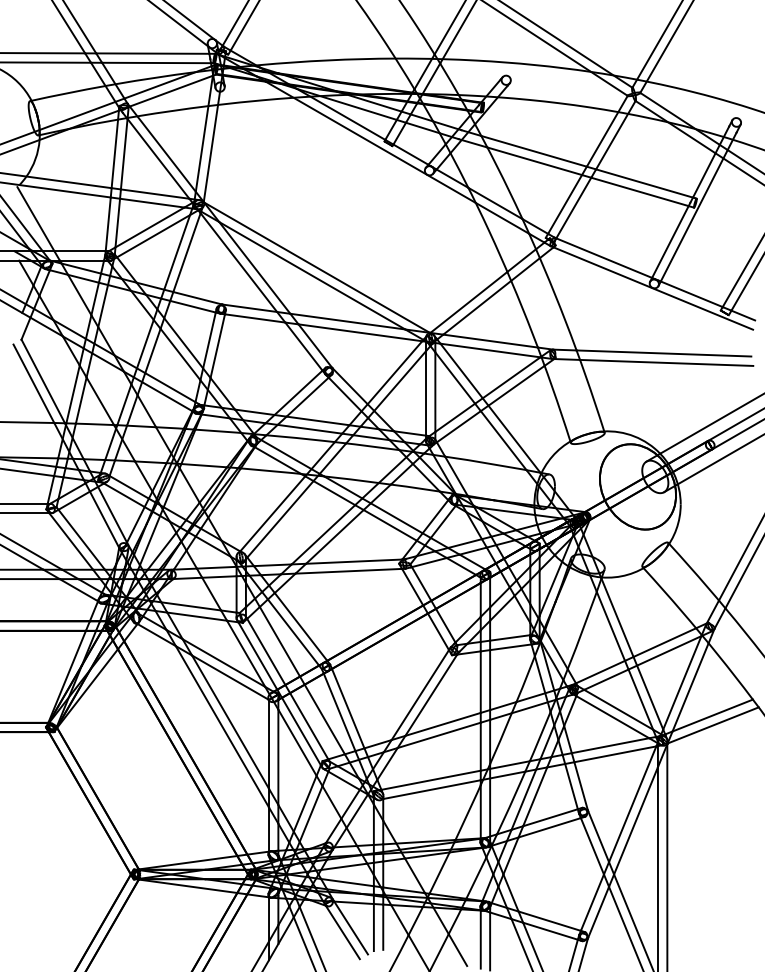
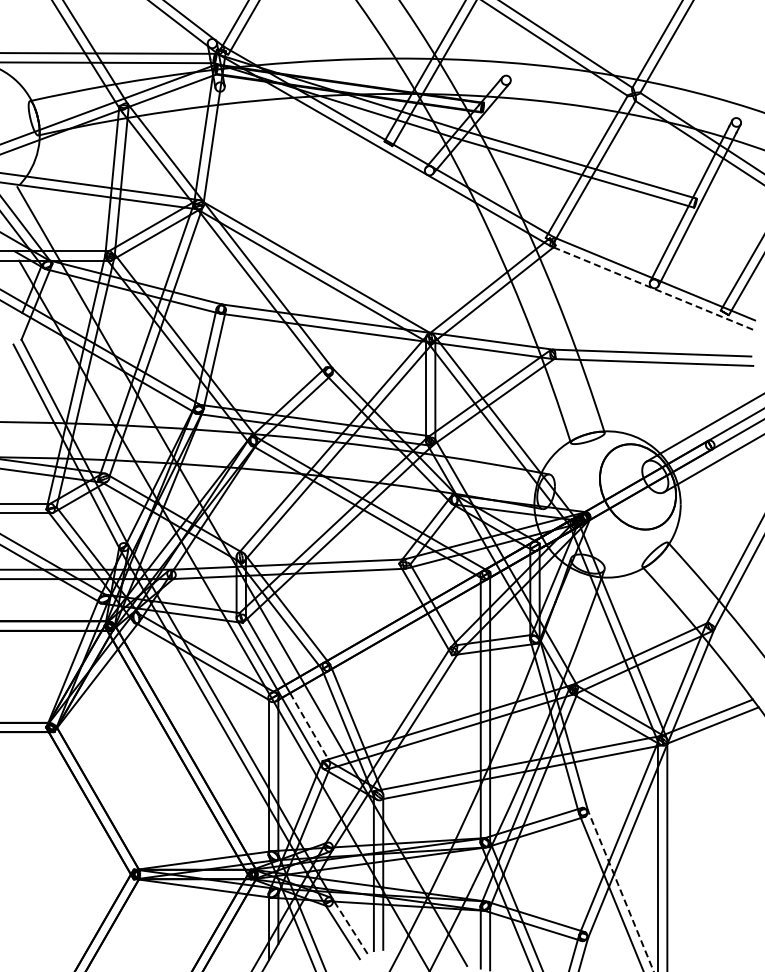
line at (653, 288): solid -> dashed
line at (309, 726): solid -> dashed
line at (620, 891): solid -> dashed
line at (351, 928): solid -> dashed
